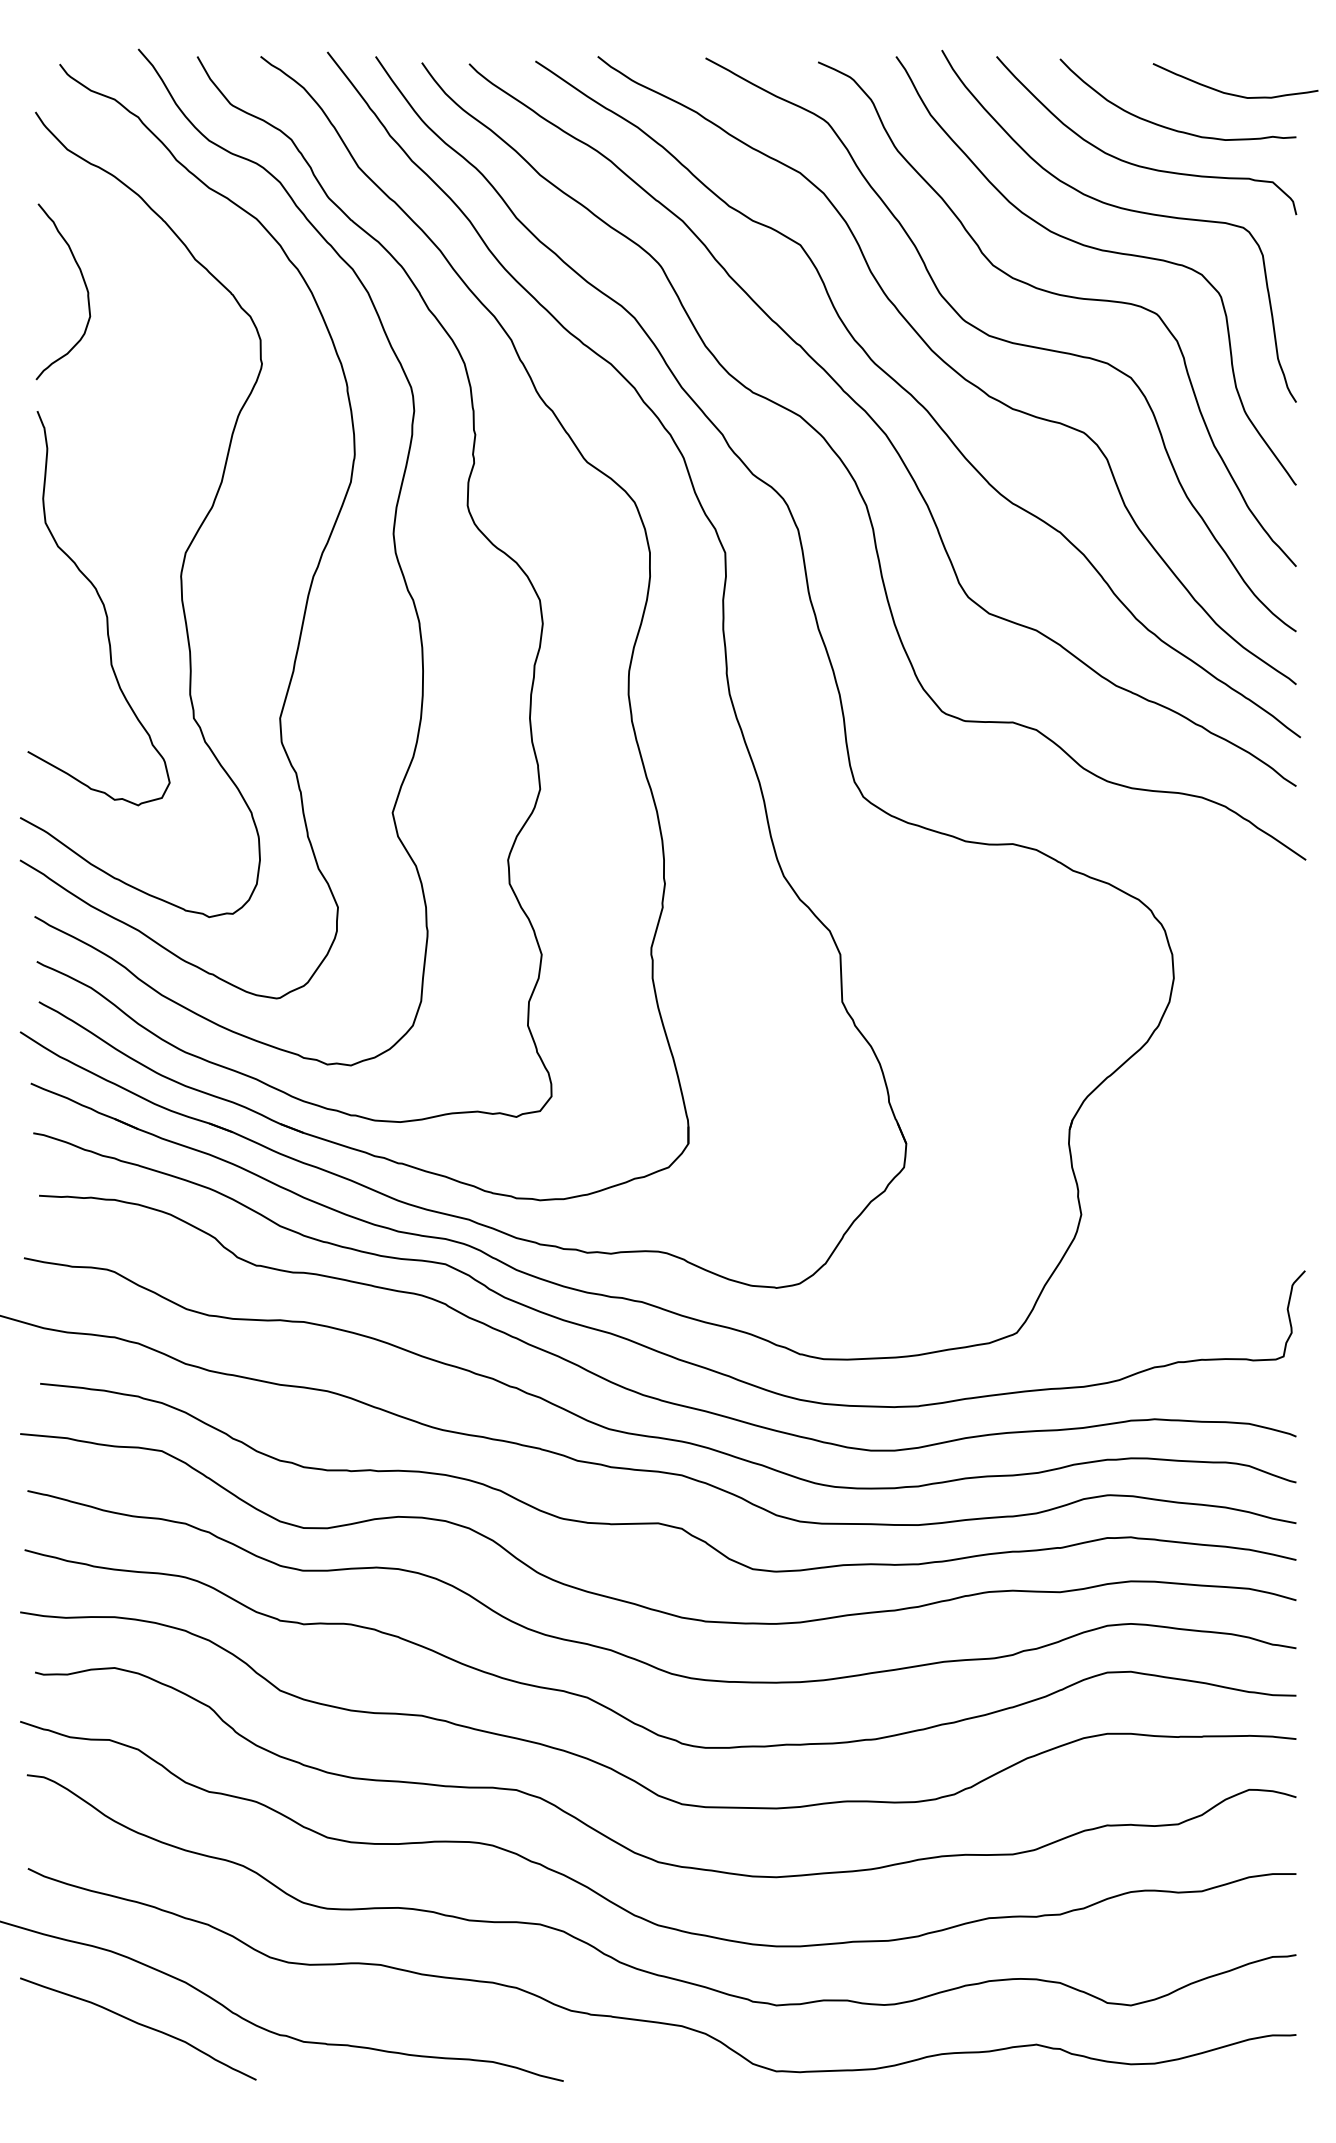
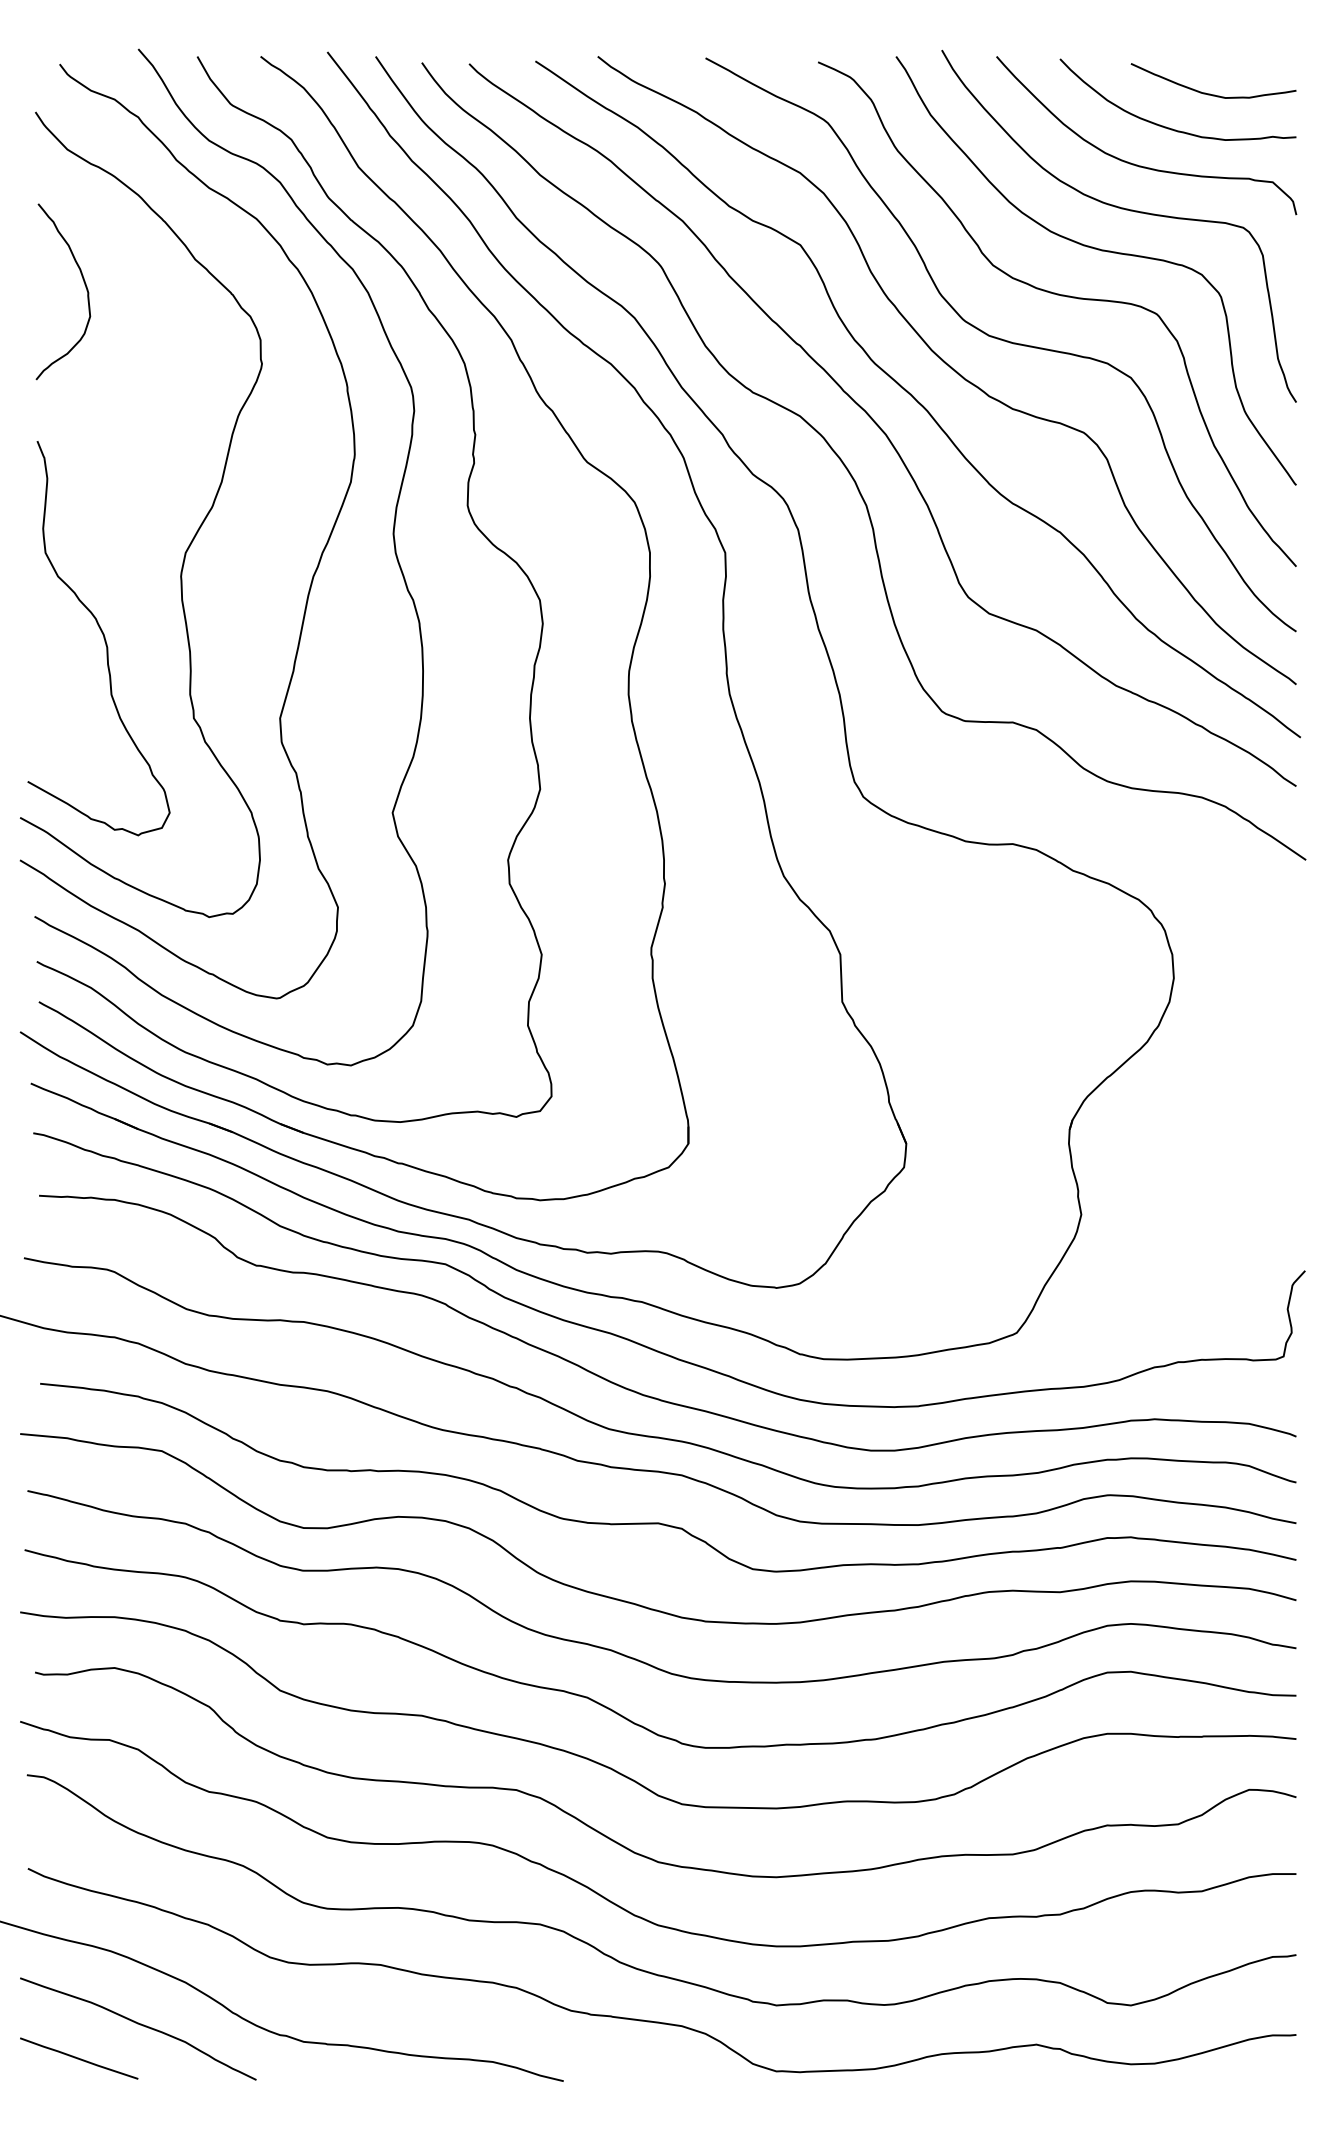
curve at (1232, 93) position: (1232, 93) -> (1210, 93)
curve at (103, 608) position: (103, 608) -> (103, 638)
line at (79, 2058): none -> present
